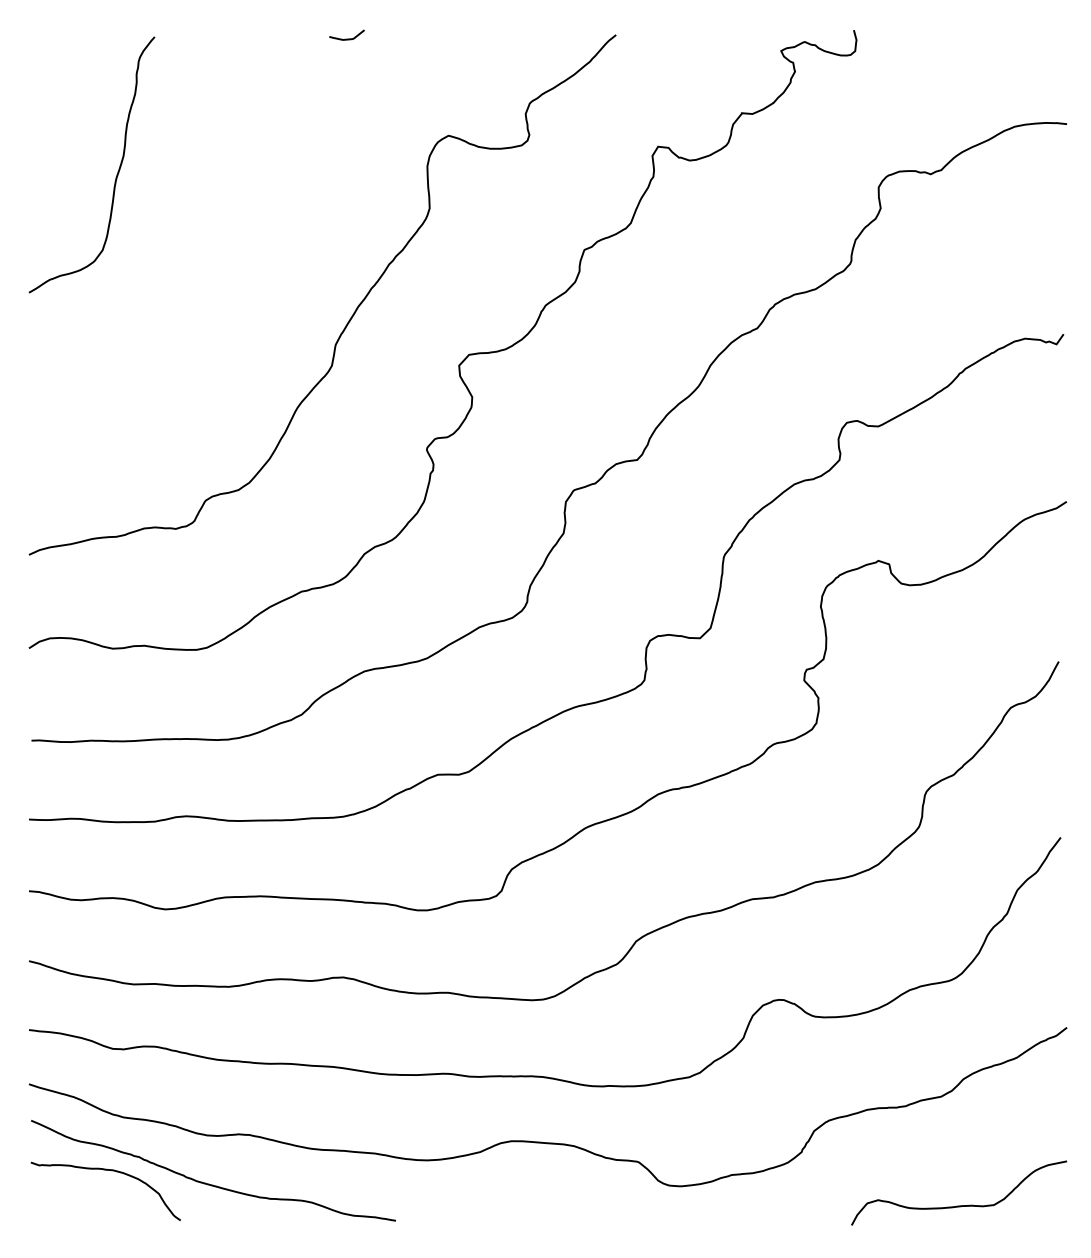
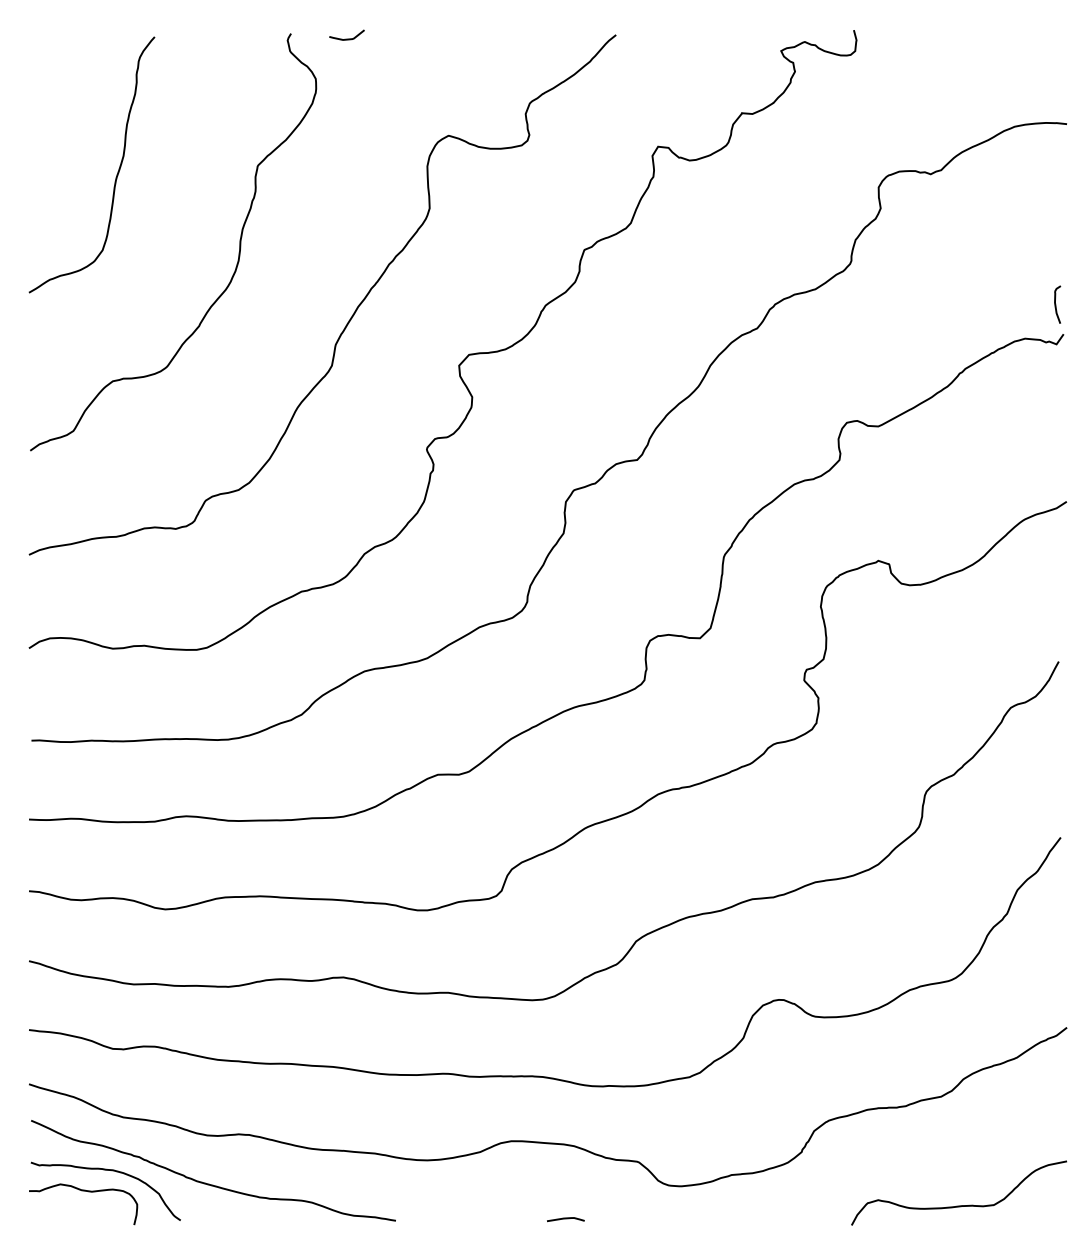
curve at (238, 252): none -> present
curve at (1056, 304): none -> present
curve at (83, 1191): none -> present
curve at (565, 1219): none -> present
